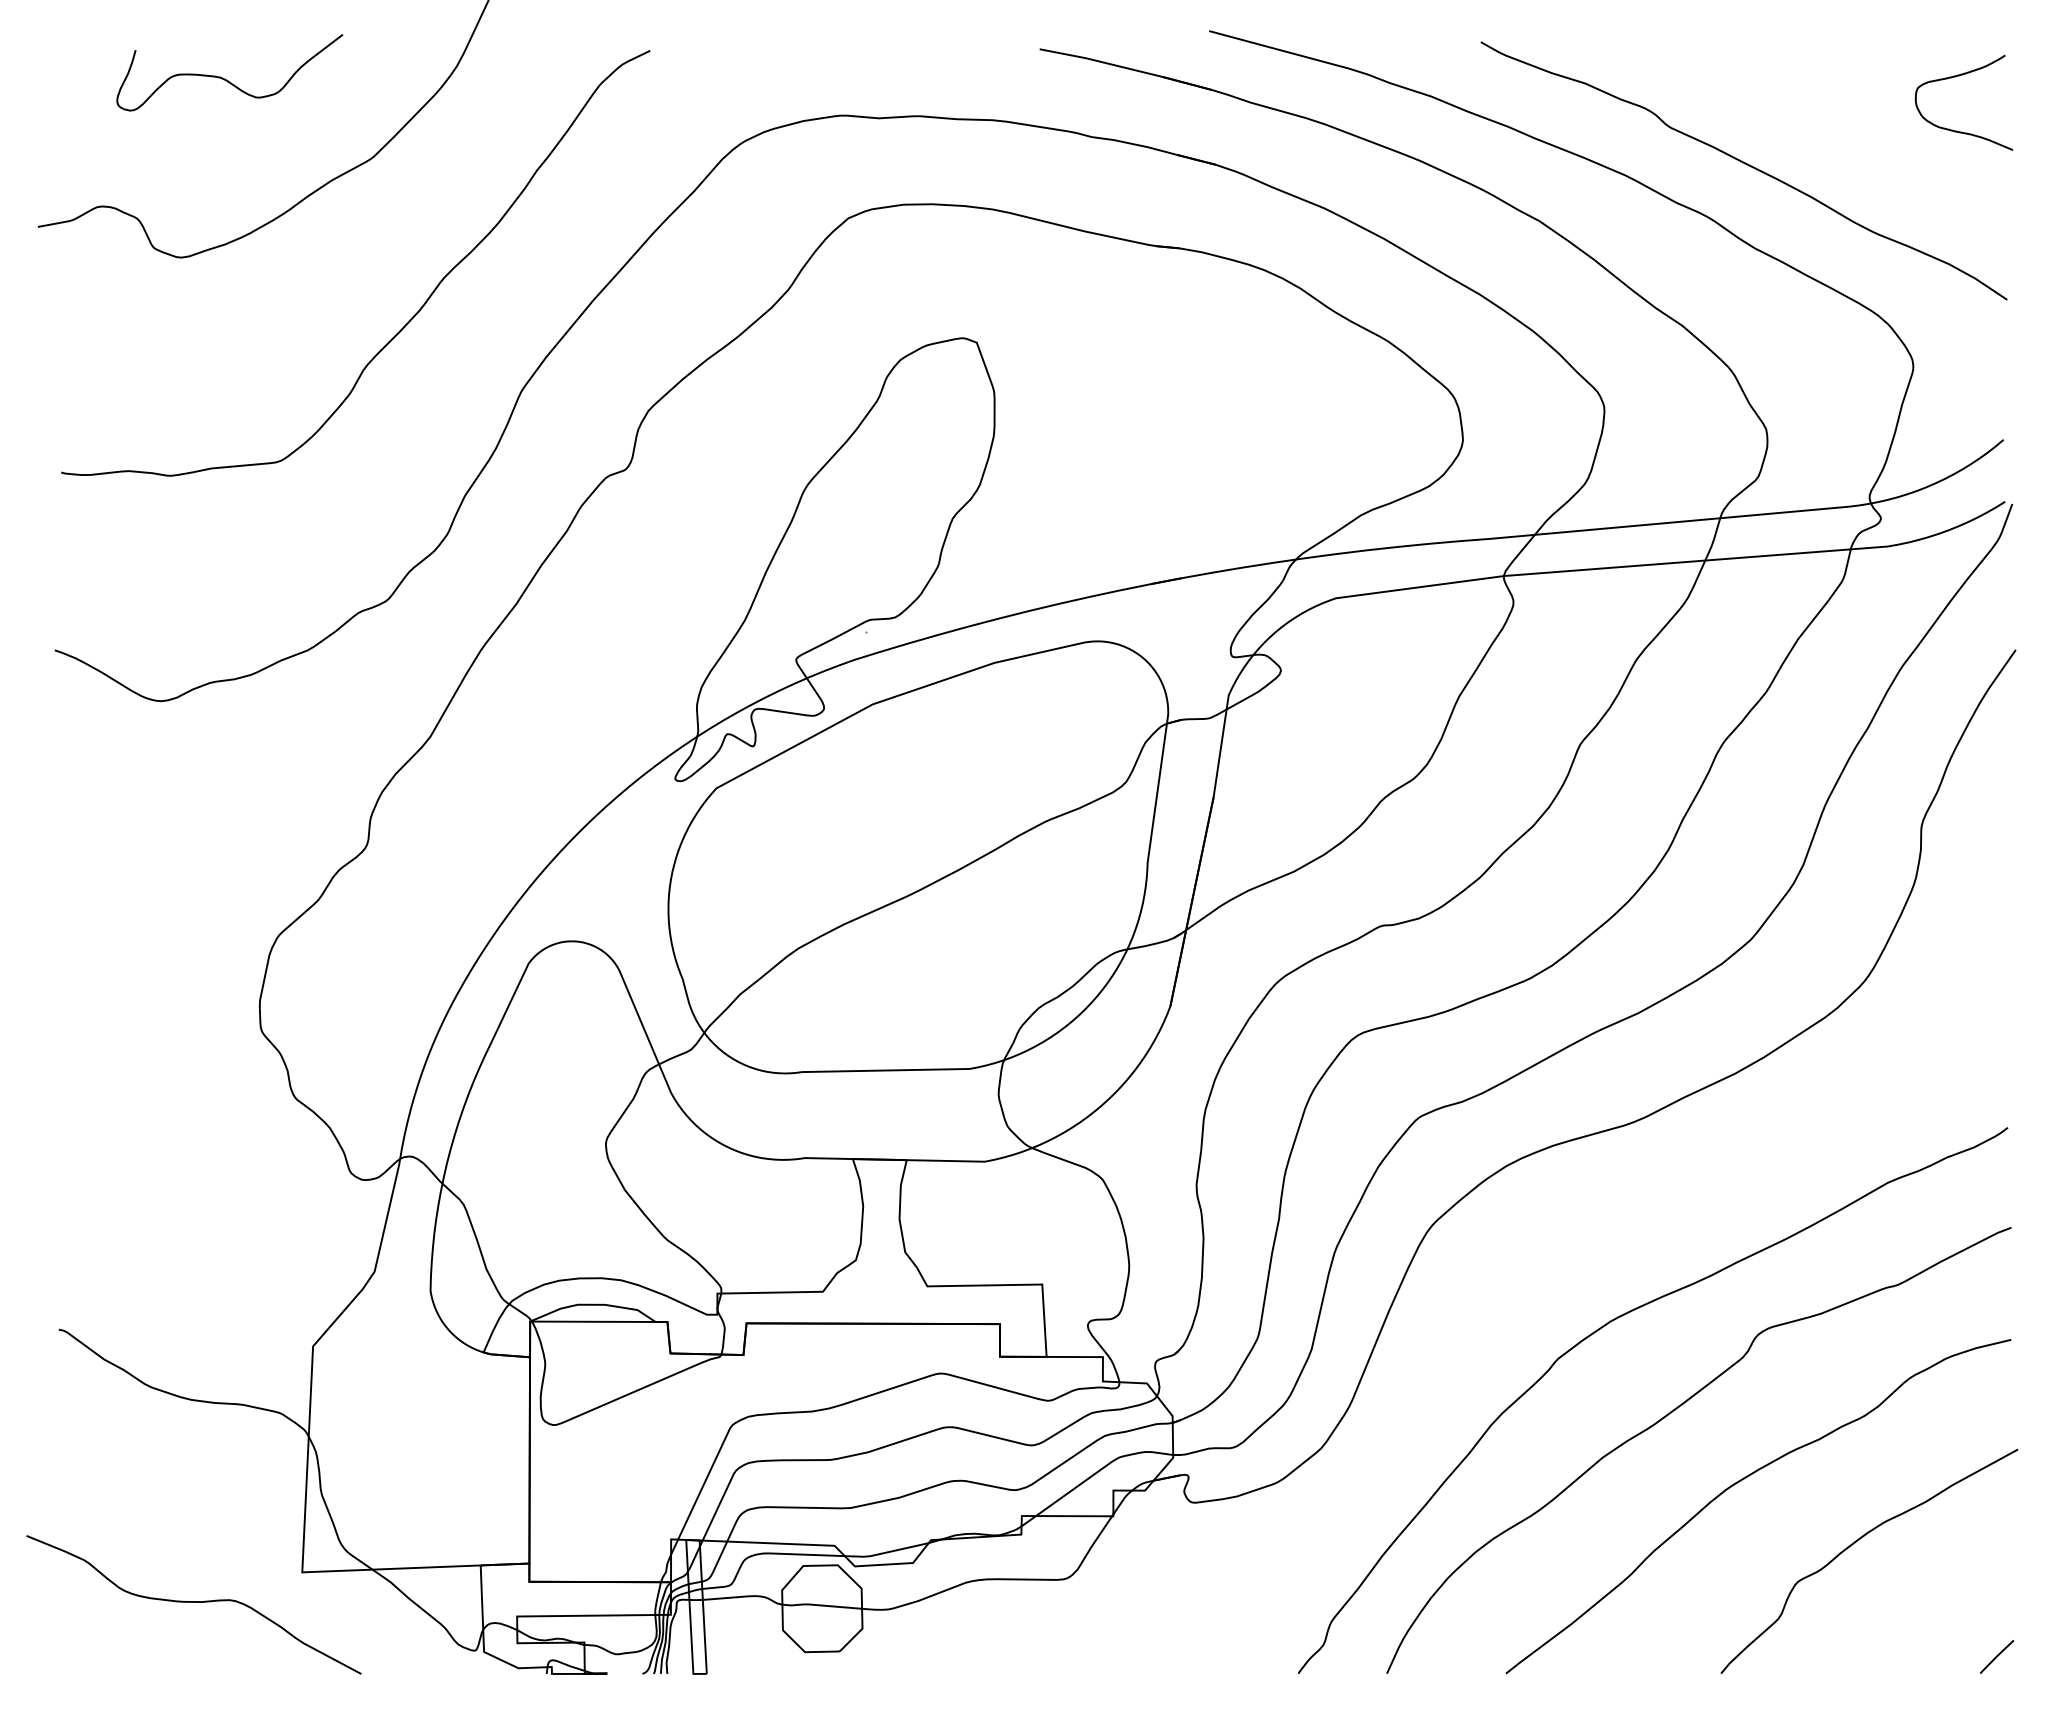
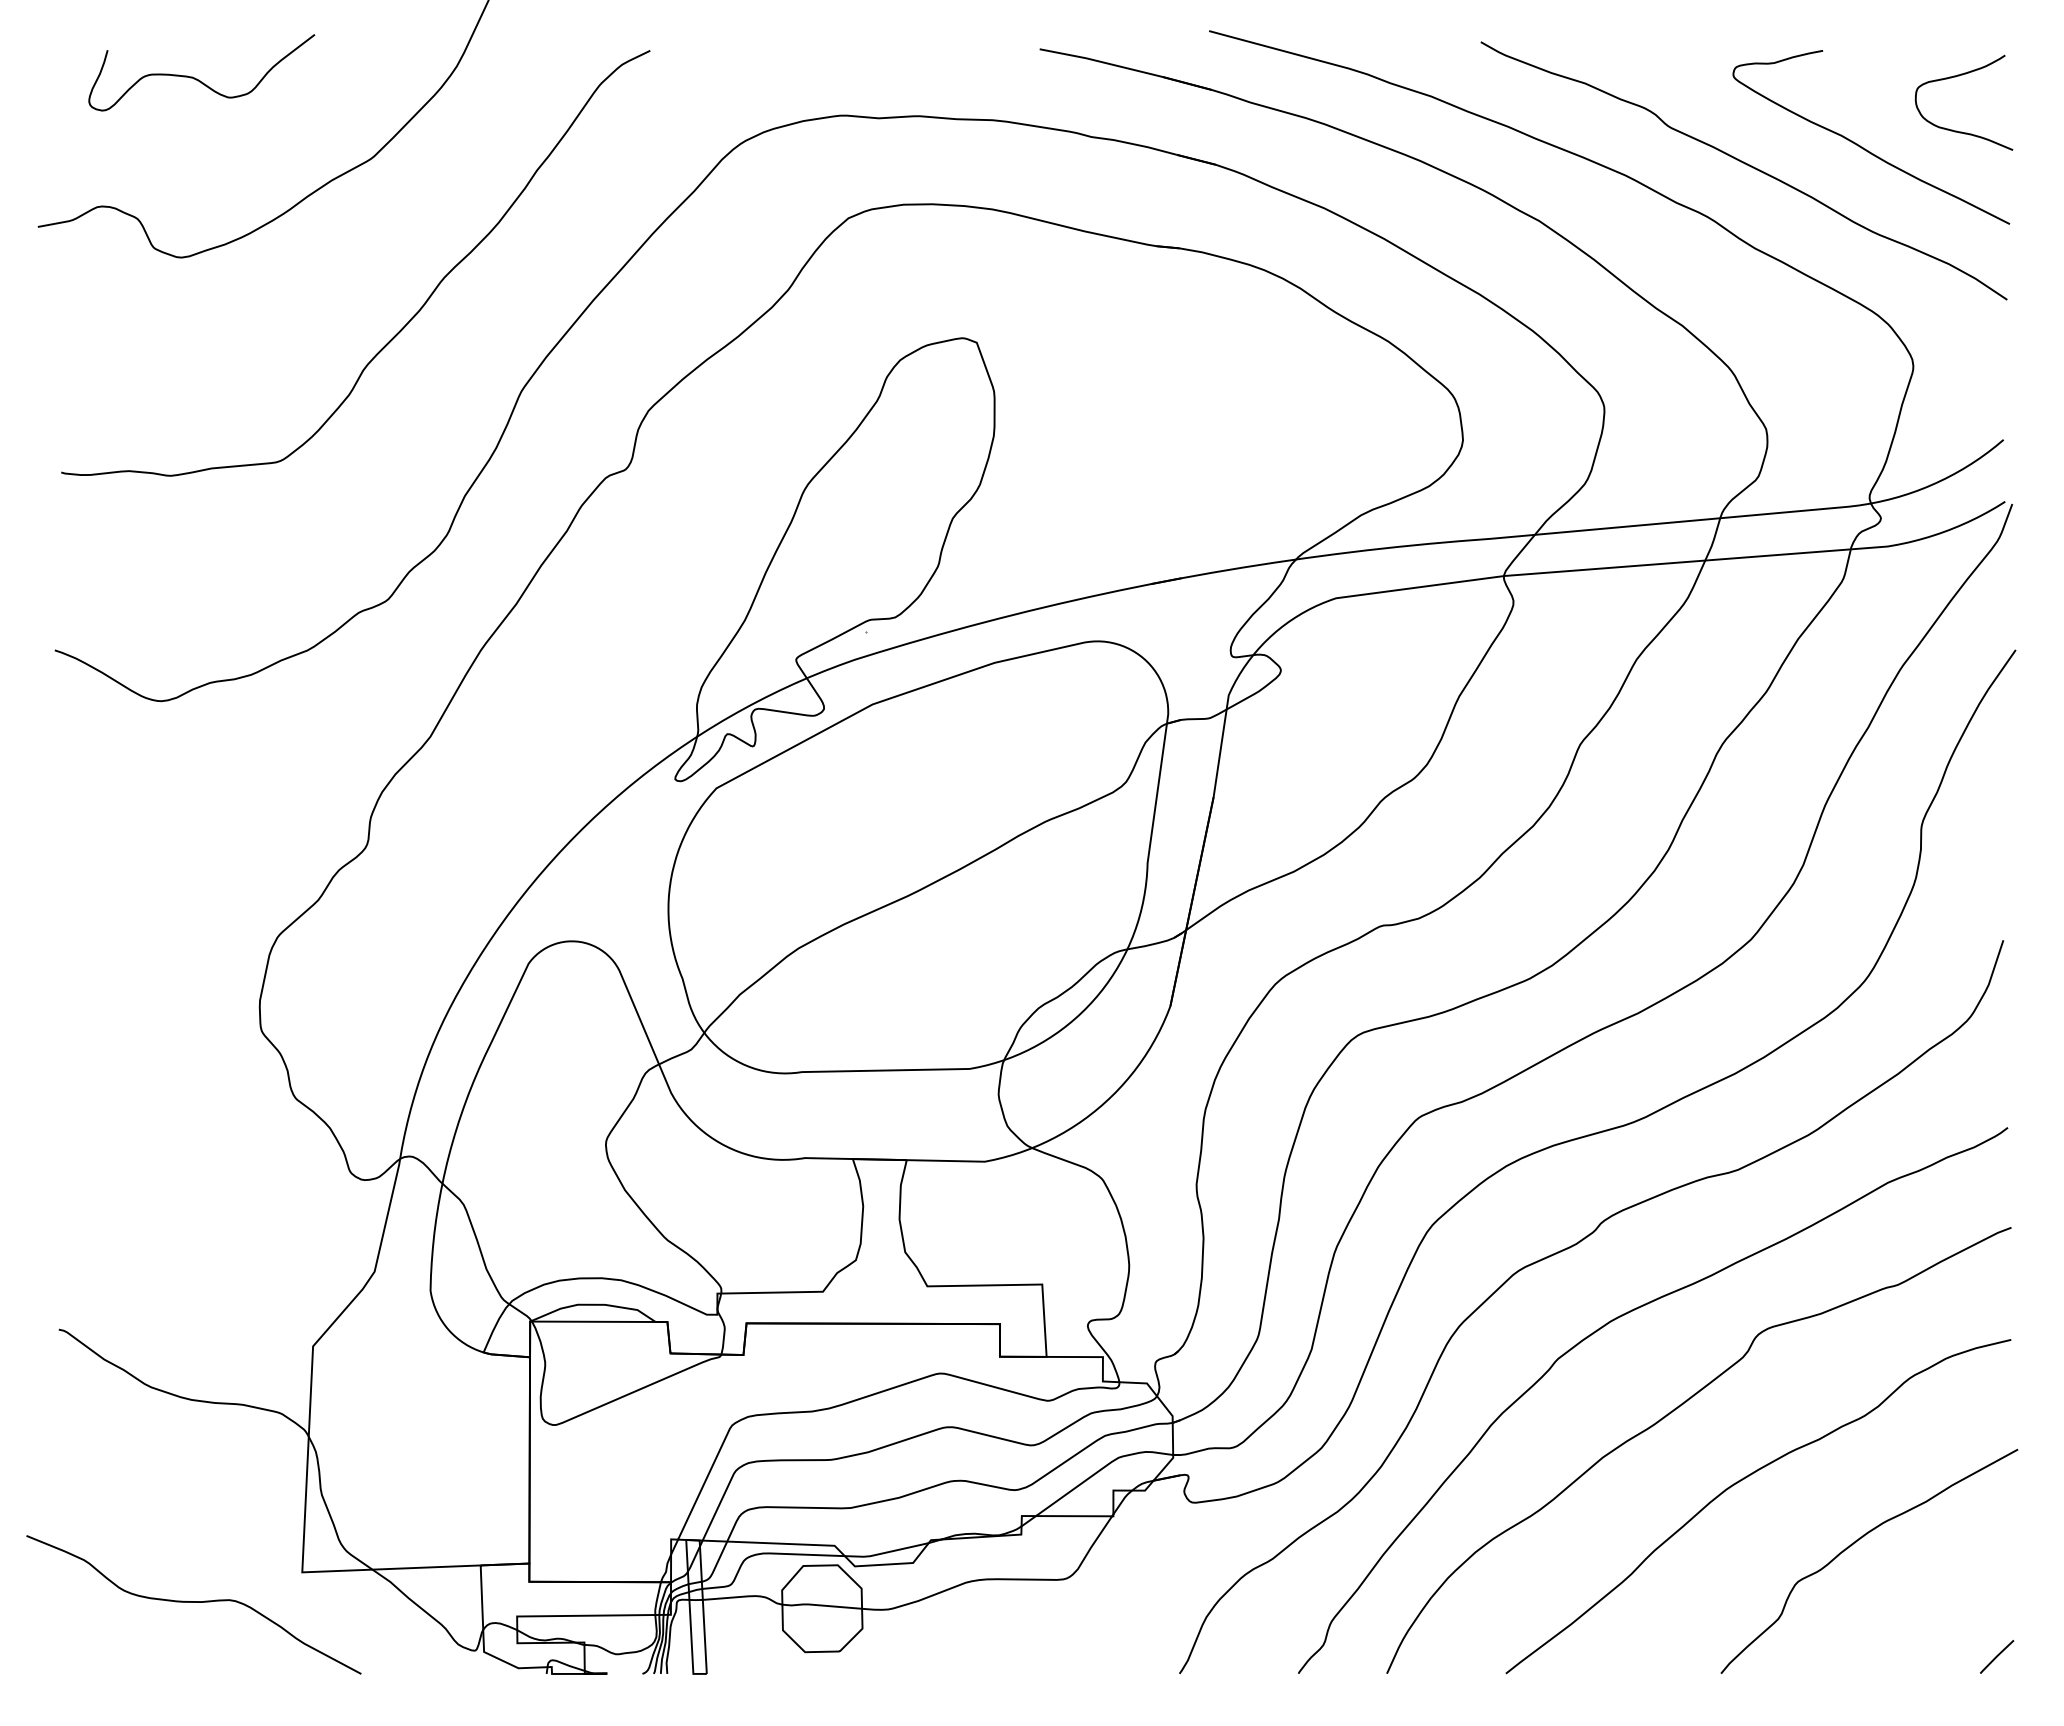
curve at (226, 79) position: (226, 79) -> (198, 79)
curve at (1865, 148): none -> present
curve at (1563, 1251): none -> present
